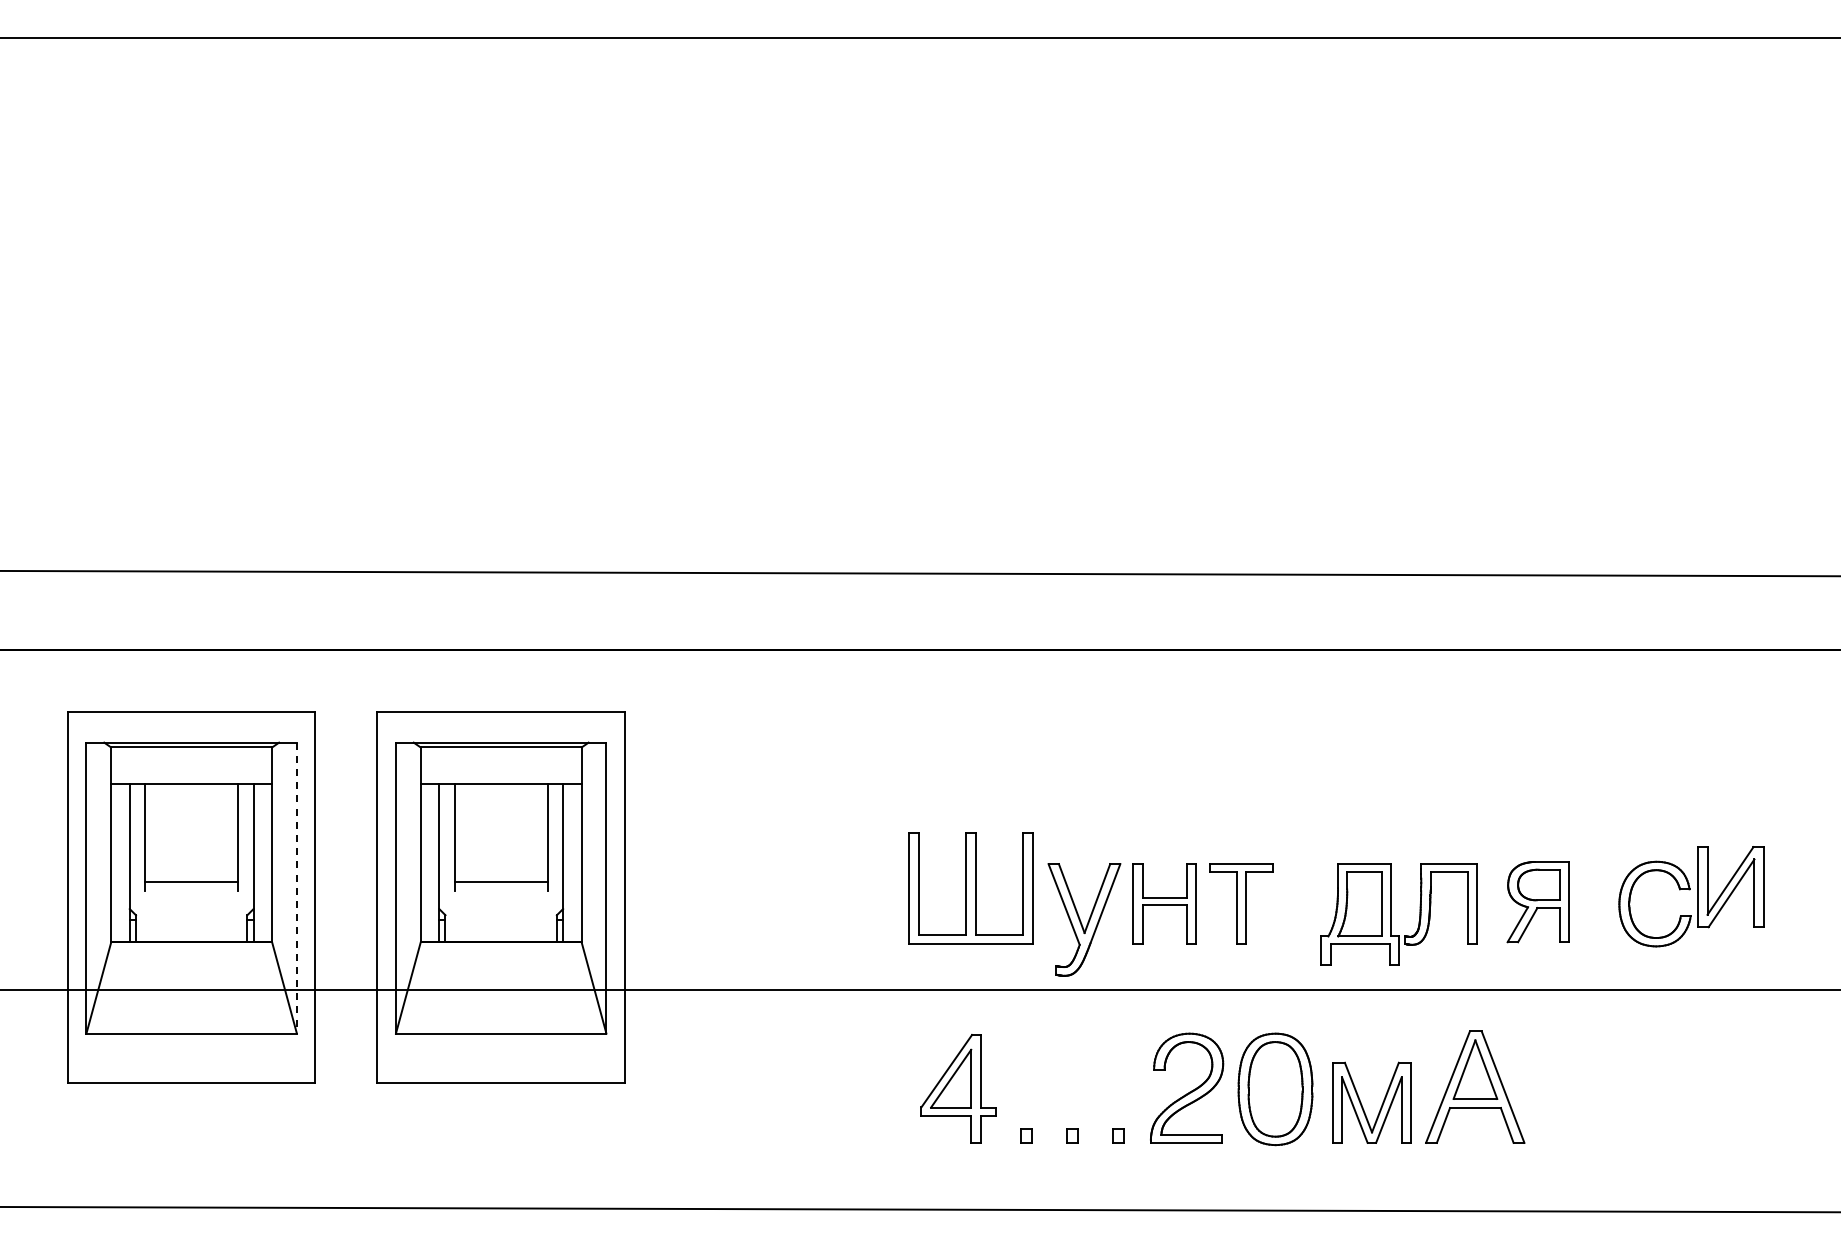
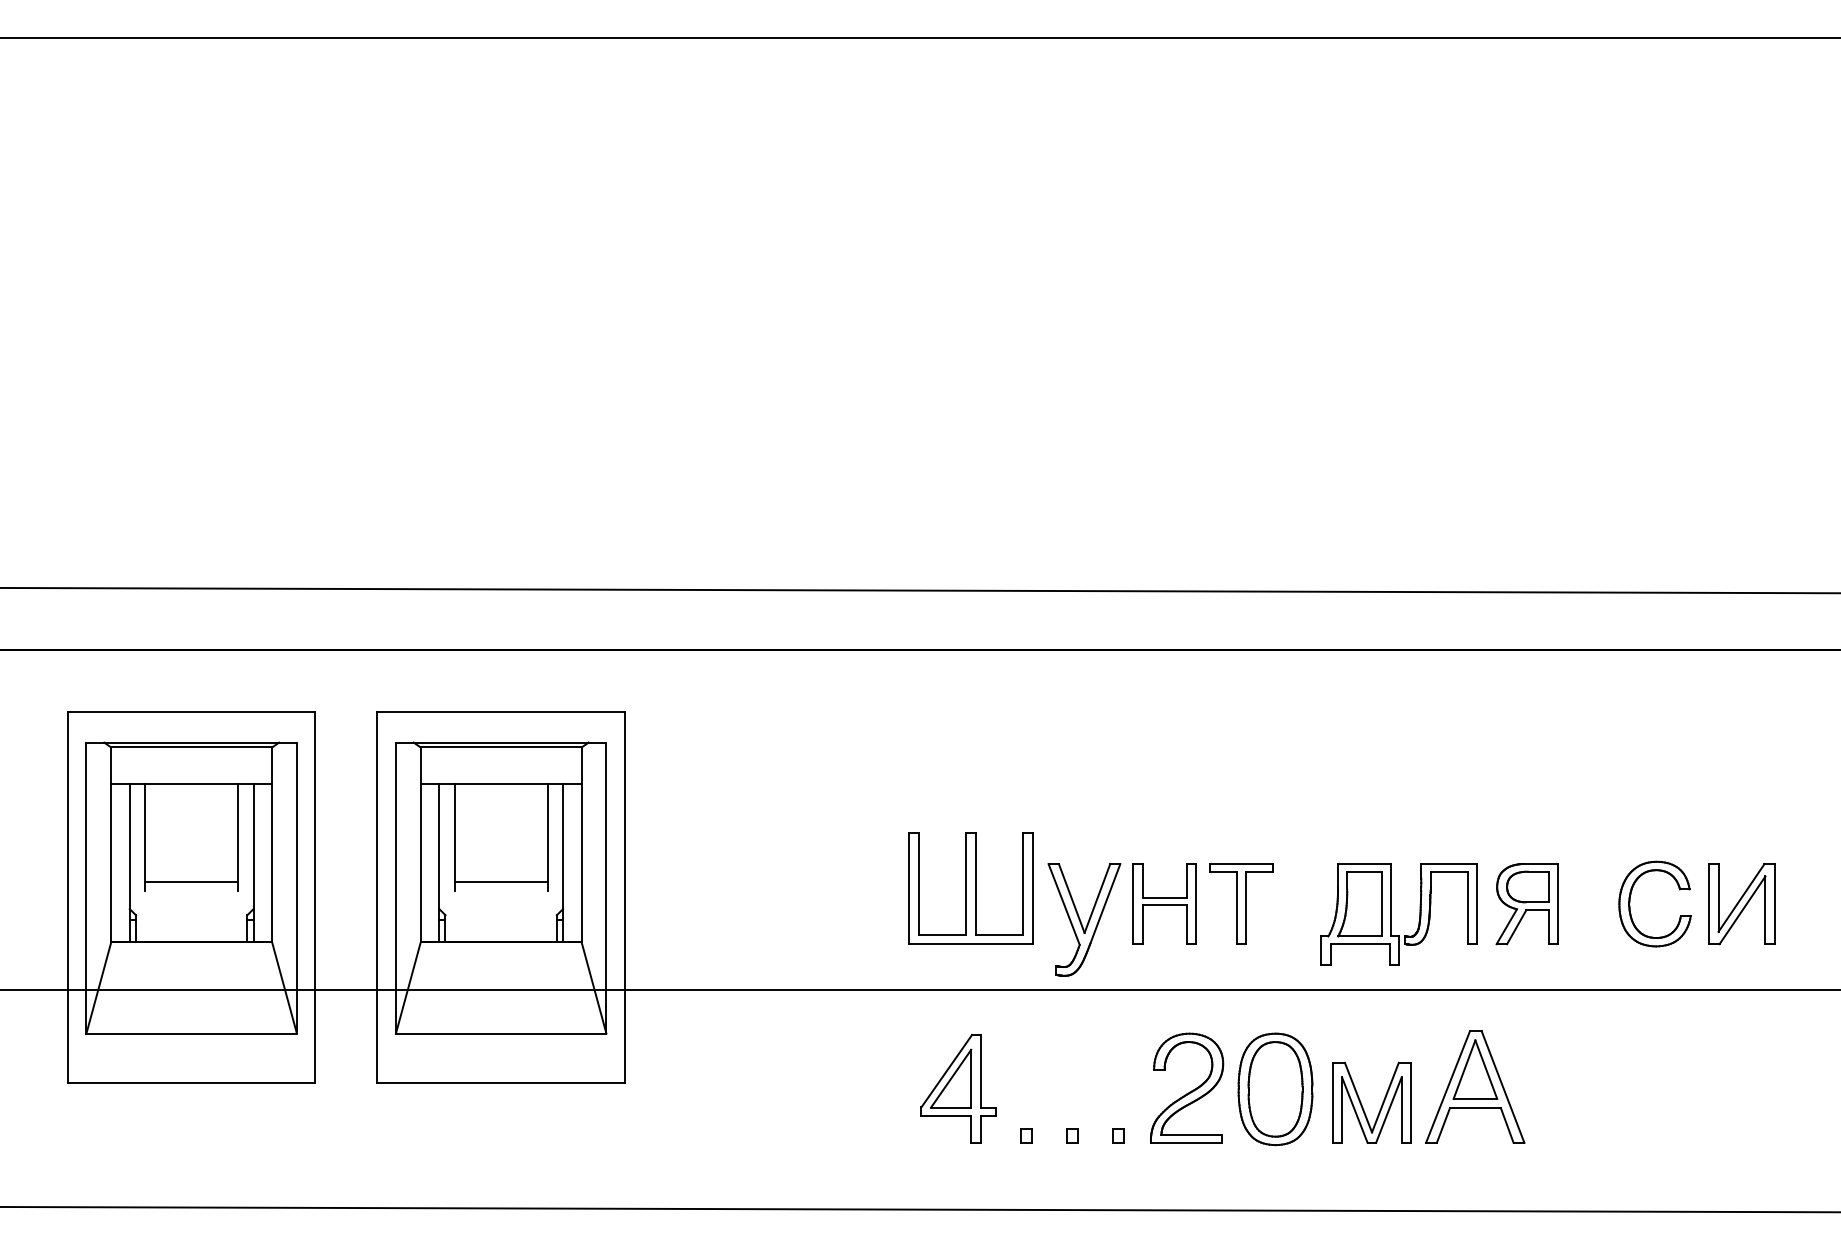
line at (919, 573) position: (919, 573) -> (919, 590)
part at (1730, 887) position: (1730, 887) -> (1741, 904)
line at (296, 888): dashed -> solid
part at (1537, 902) position: (1537, 902) -> (1526, 904)
